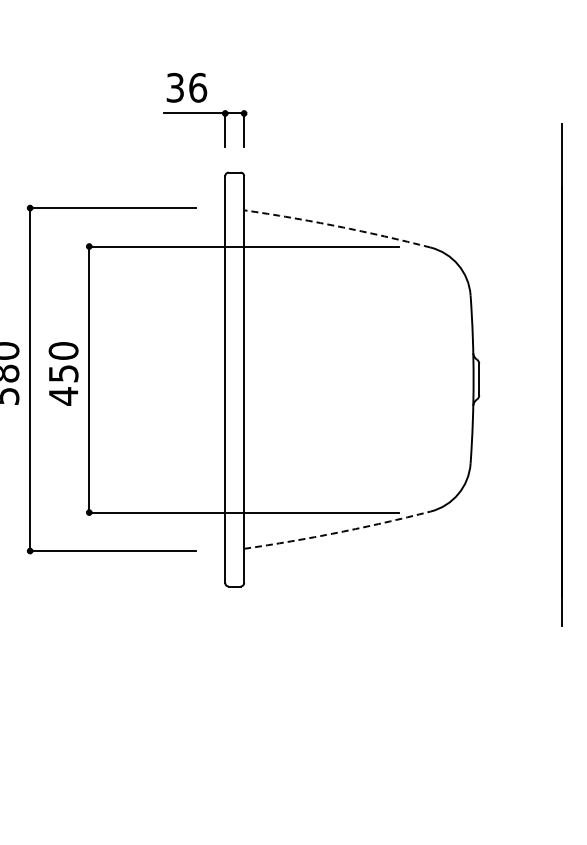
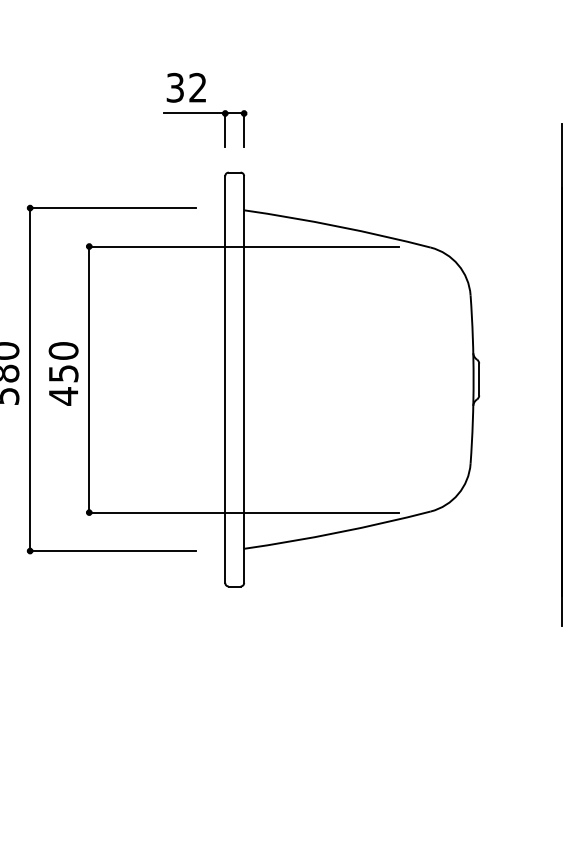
text at (198, 87): 36 -> 32
arc at (337, 226): dashed -> solid
arc at (337, 532): dashed -> solid
